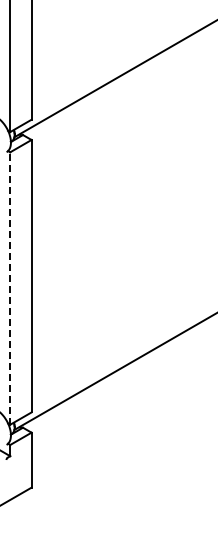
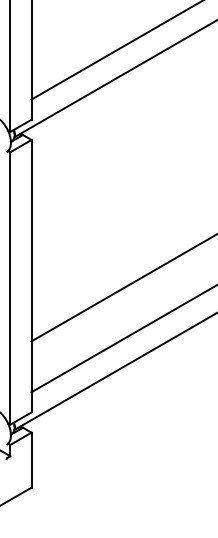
line at (115, 50): none -> present
line at (10, 288): dashed -> solid
line at (122, 288): none -> present
line at (122, 339): none -> present
